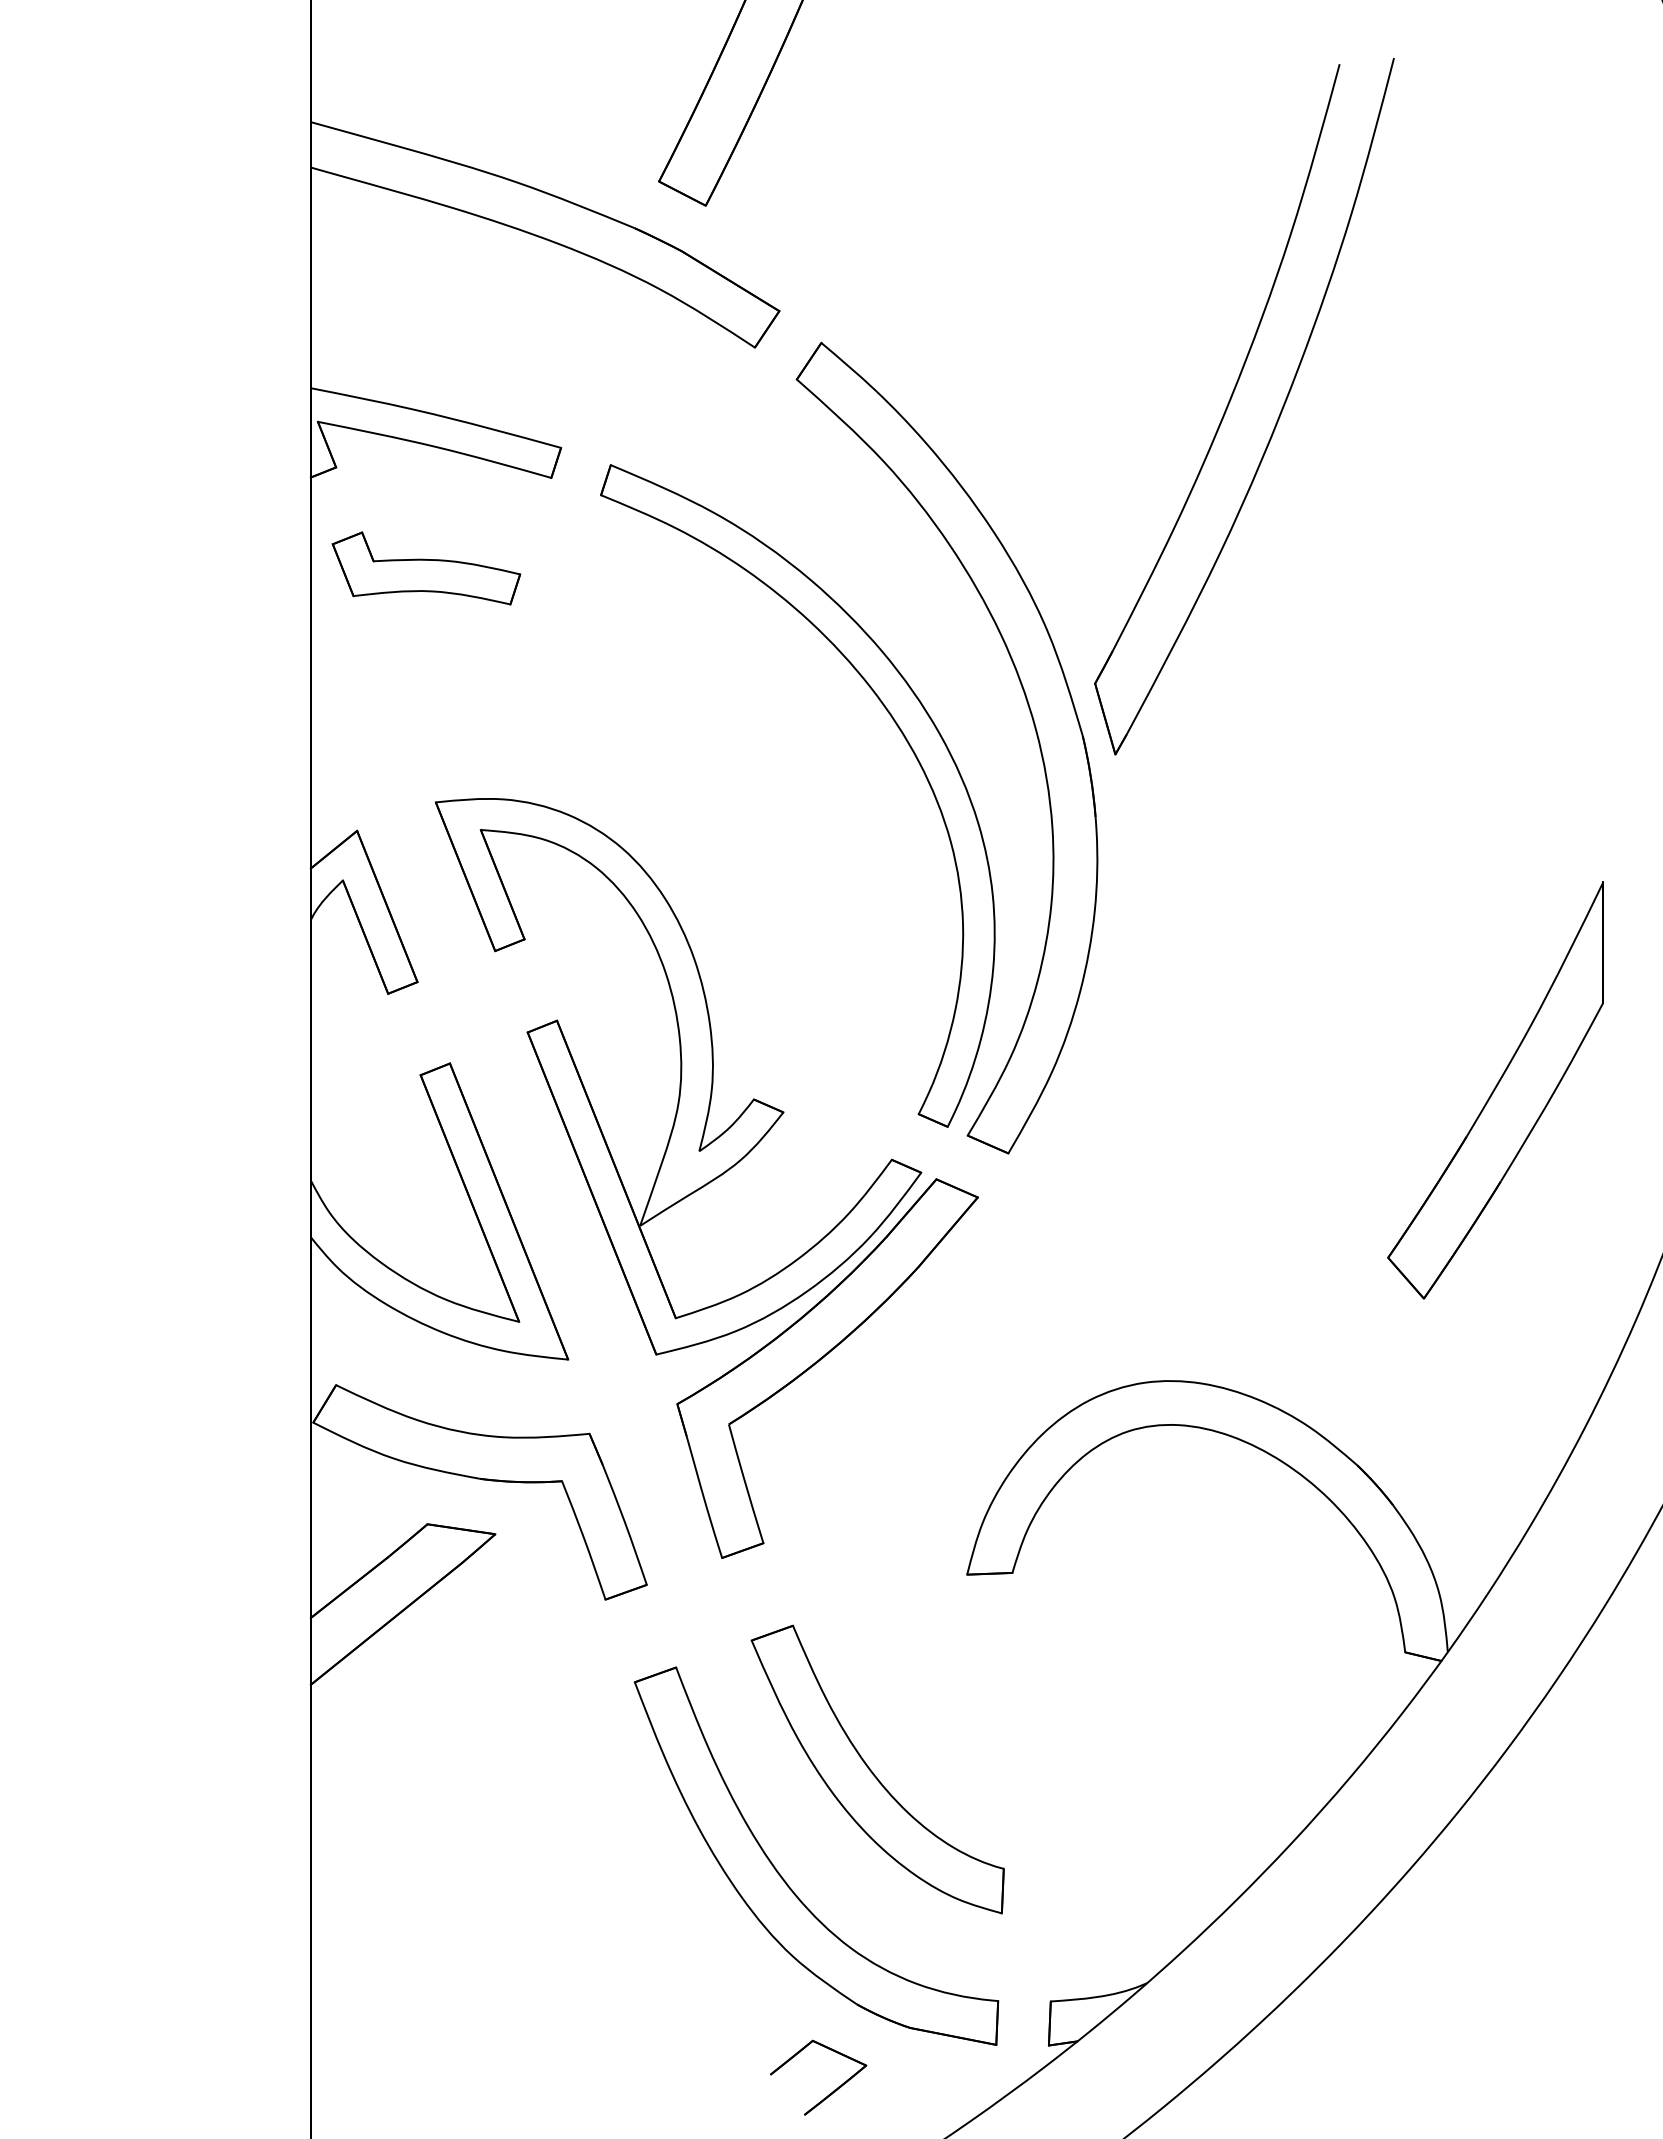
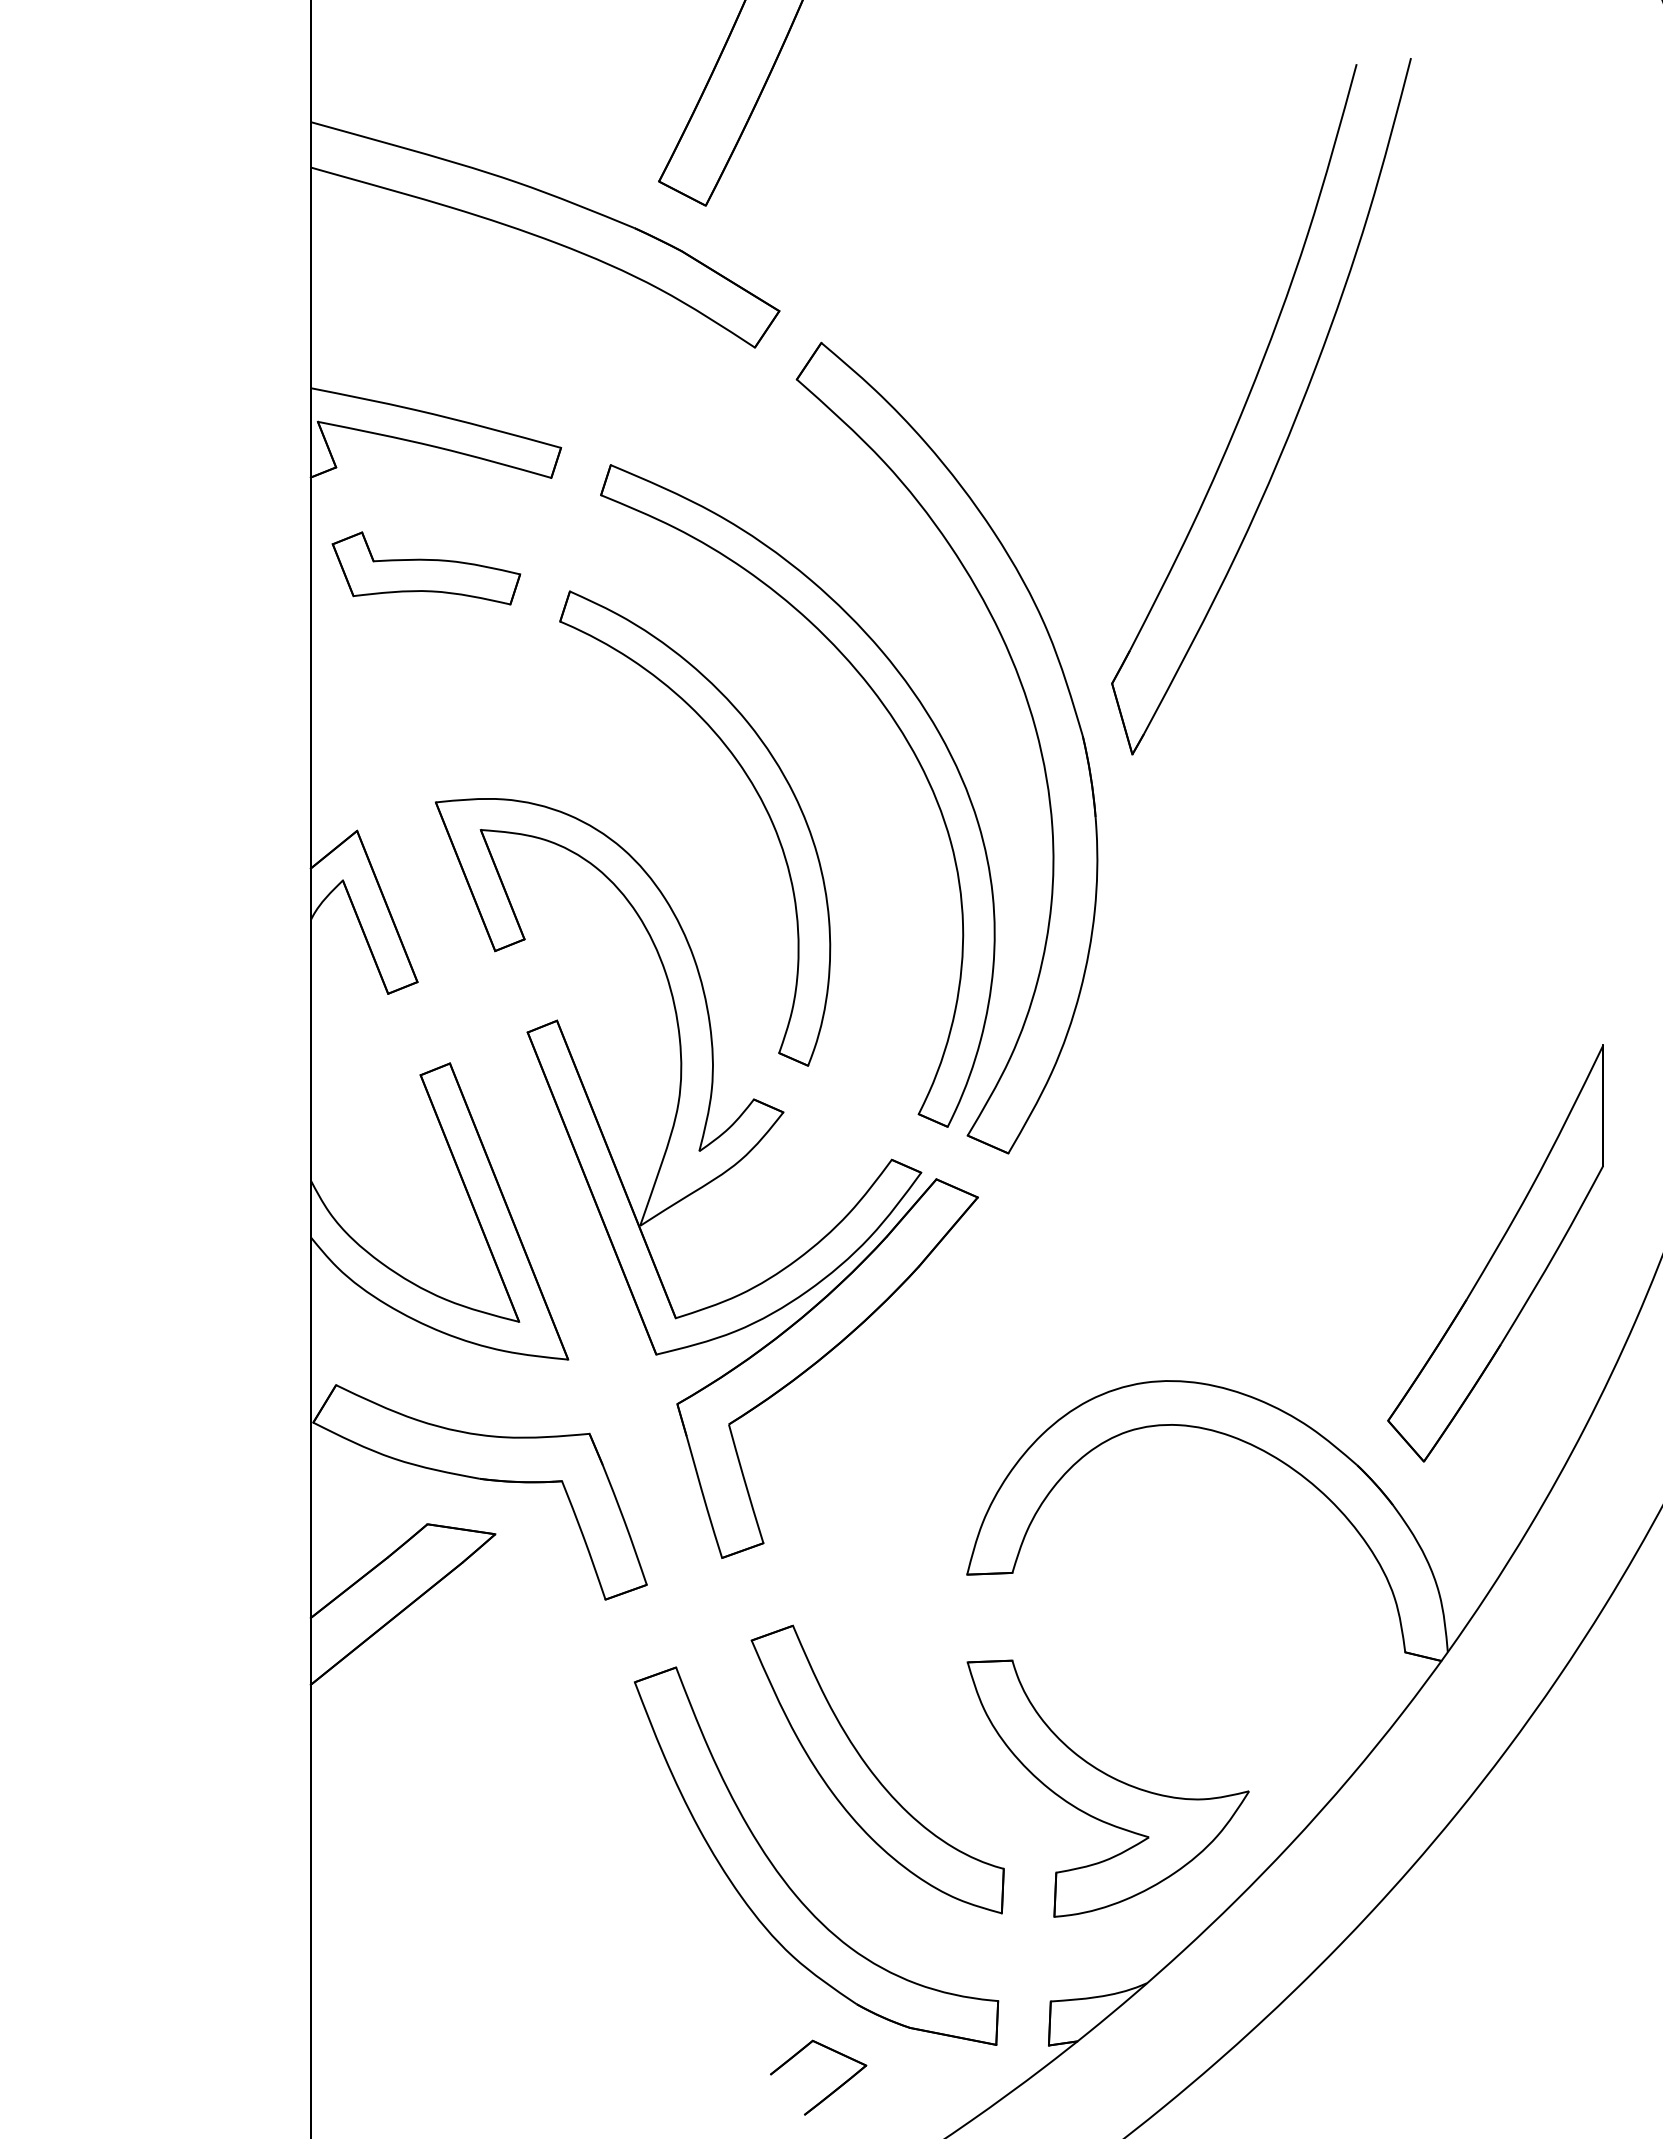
part at (1230, 402) position: (1230, 402) -> (1247, 402)
part at (756, 793): none -> present
part at (1495, 1090) position: (1495, 1090) -> (1495, 1253)
part at (1107, 1788): none -> present
